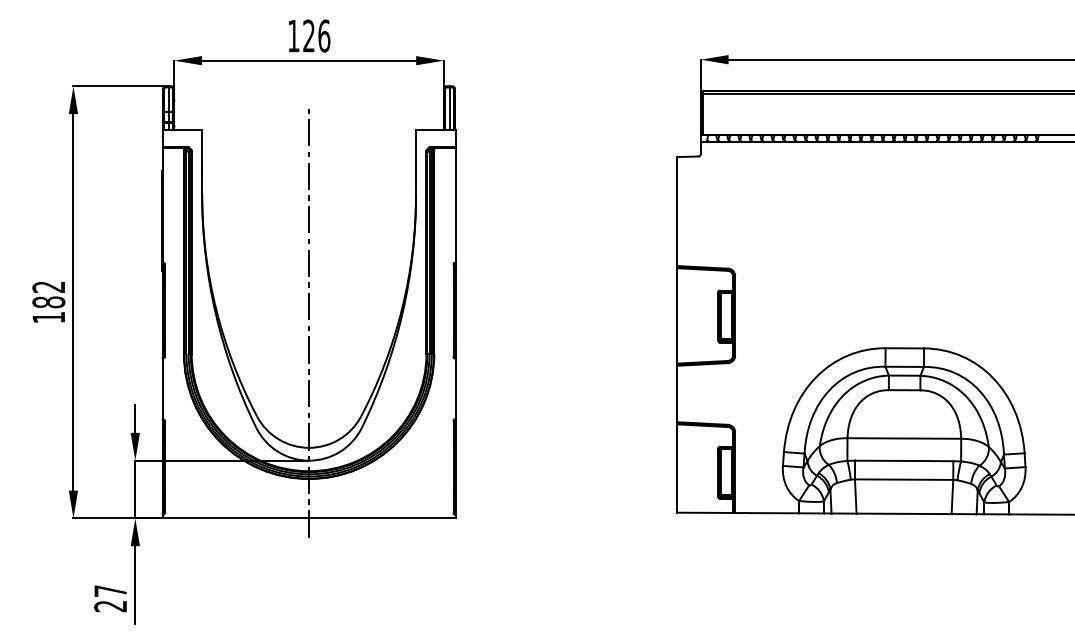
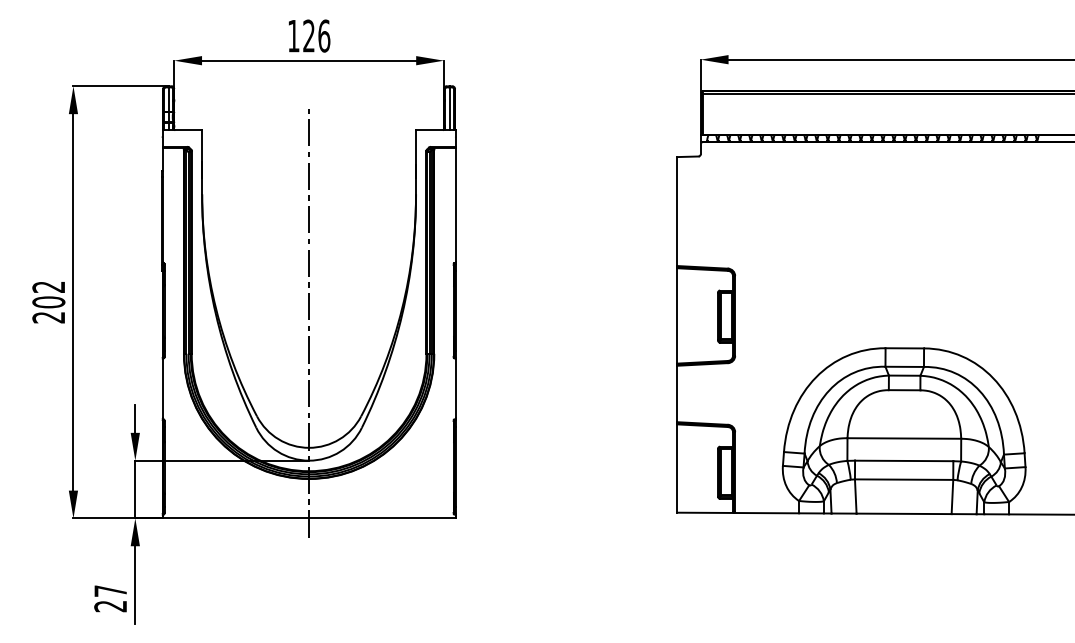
text at (48, 309): 182 -> 202
